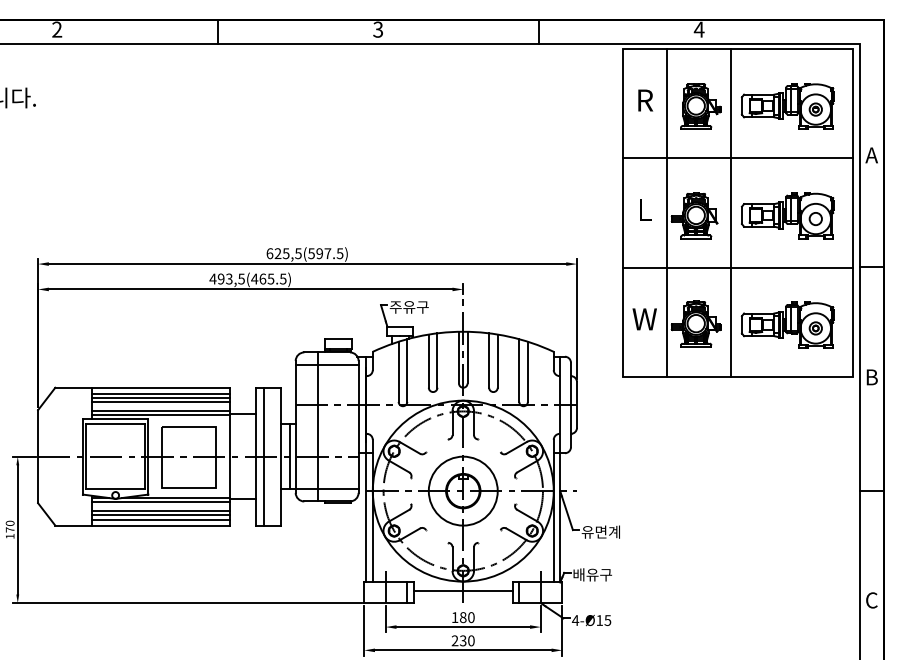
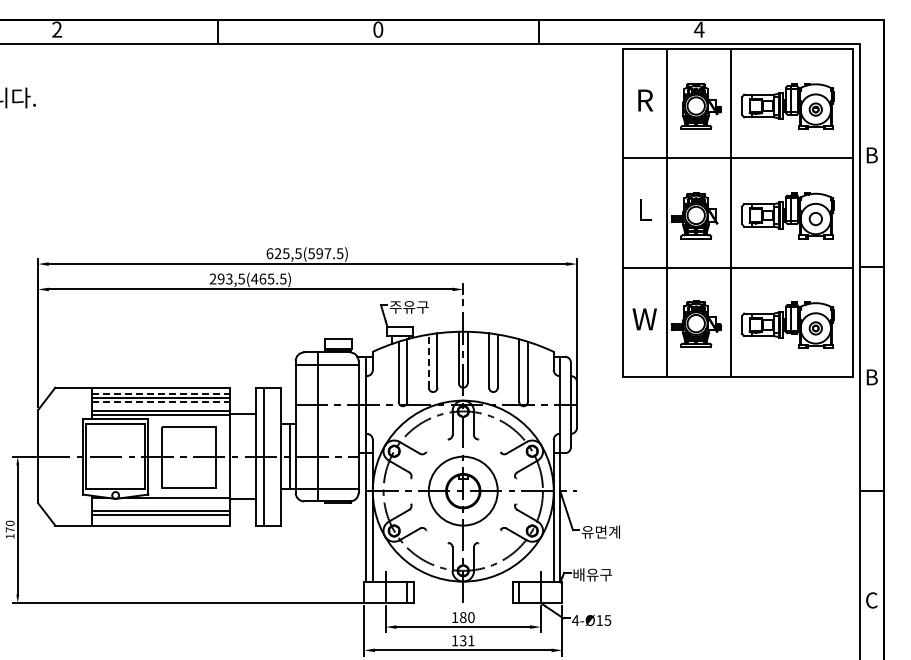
text at (378, 29): 3 -> 0
text at (871, 155): A -> B
text at (212, 278): 493,5(465.5) -> 293,5(465.5)
line at (428, 361): solid -> dashed
line at (161, 393): solid -> dashed
line at (161, 402): solid -> dashed
line at (160, 502): present -> none
line at (160, 519): present -> none
line at (462, 591): present -> none
text at (462, 640): 230 -> 131
